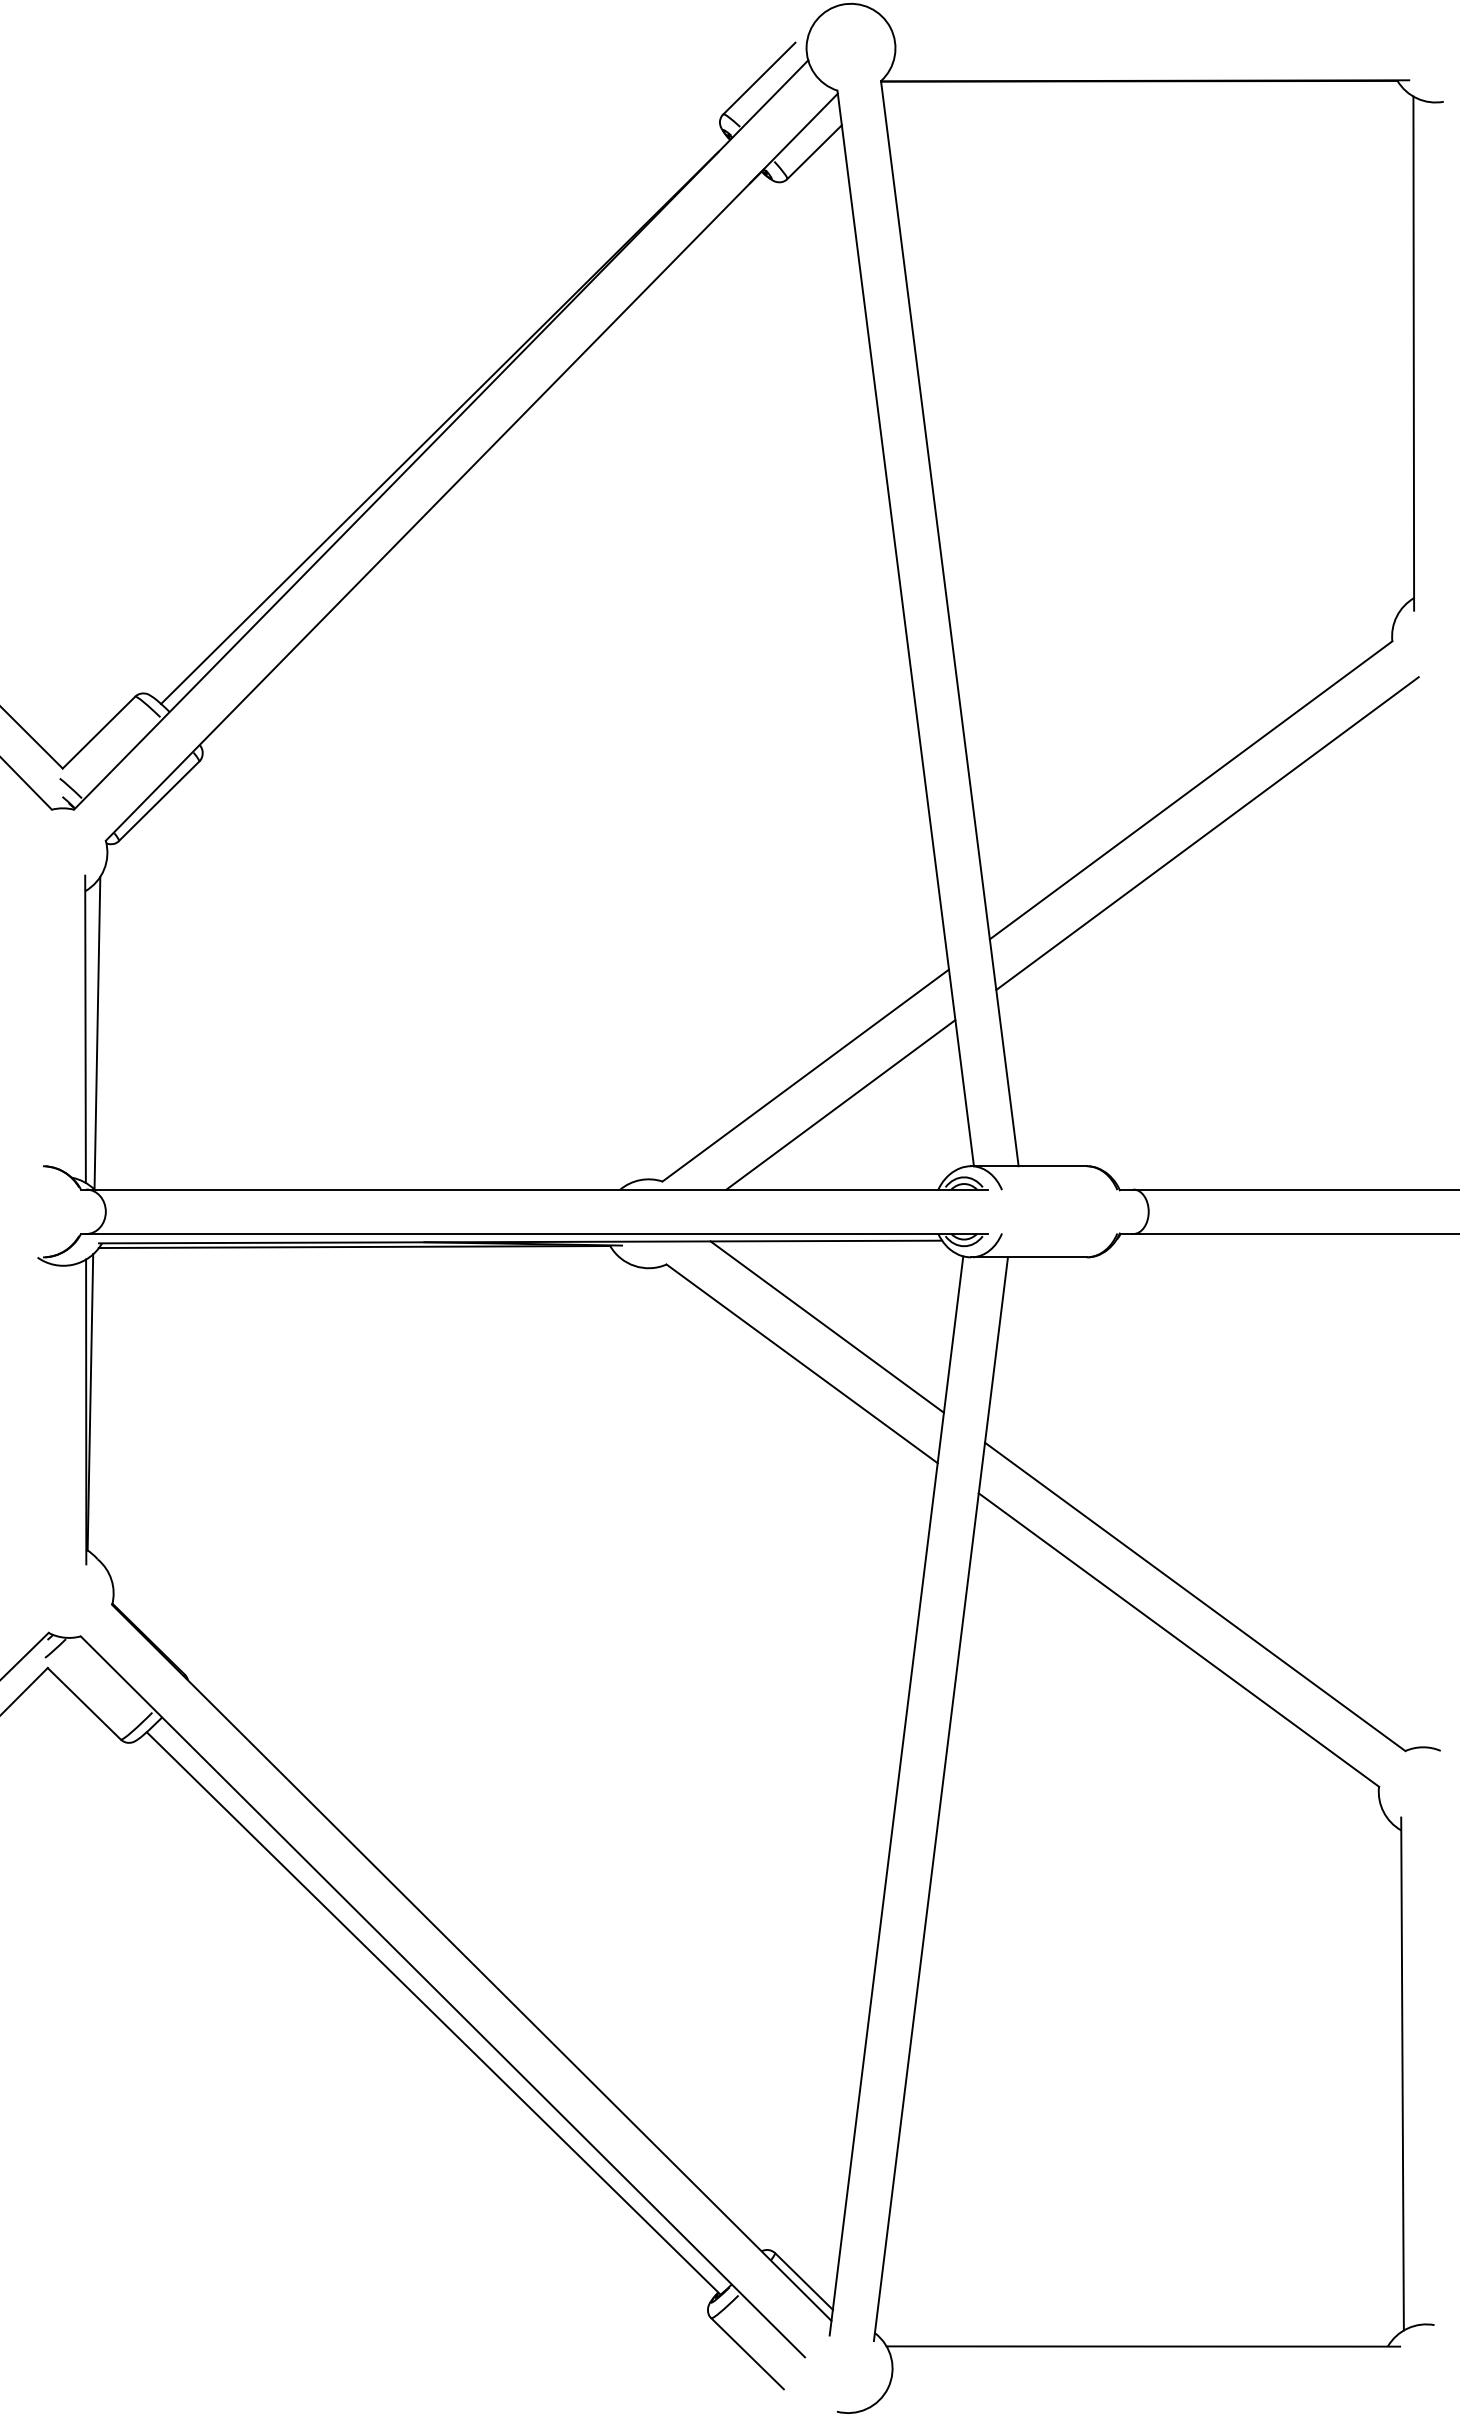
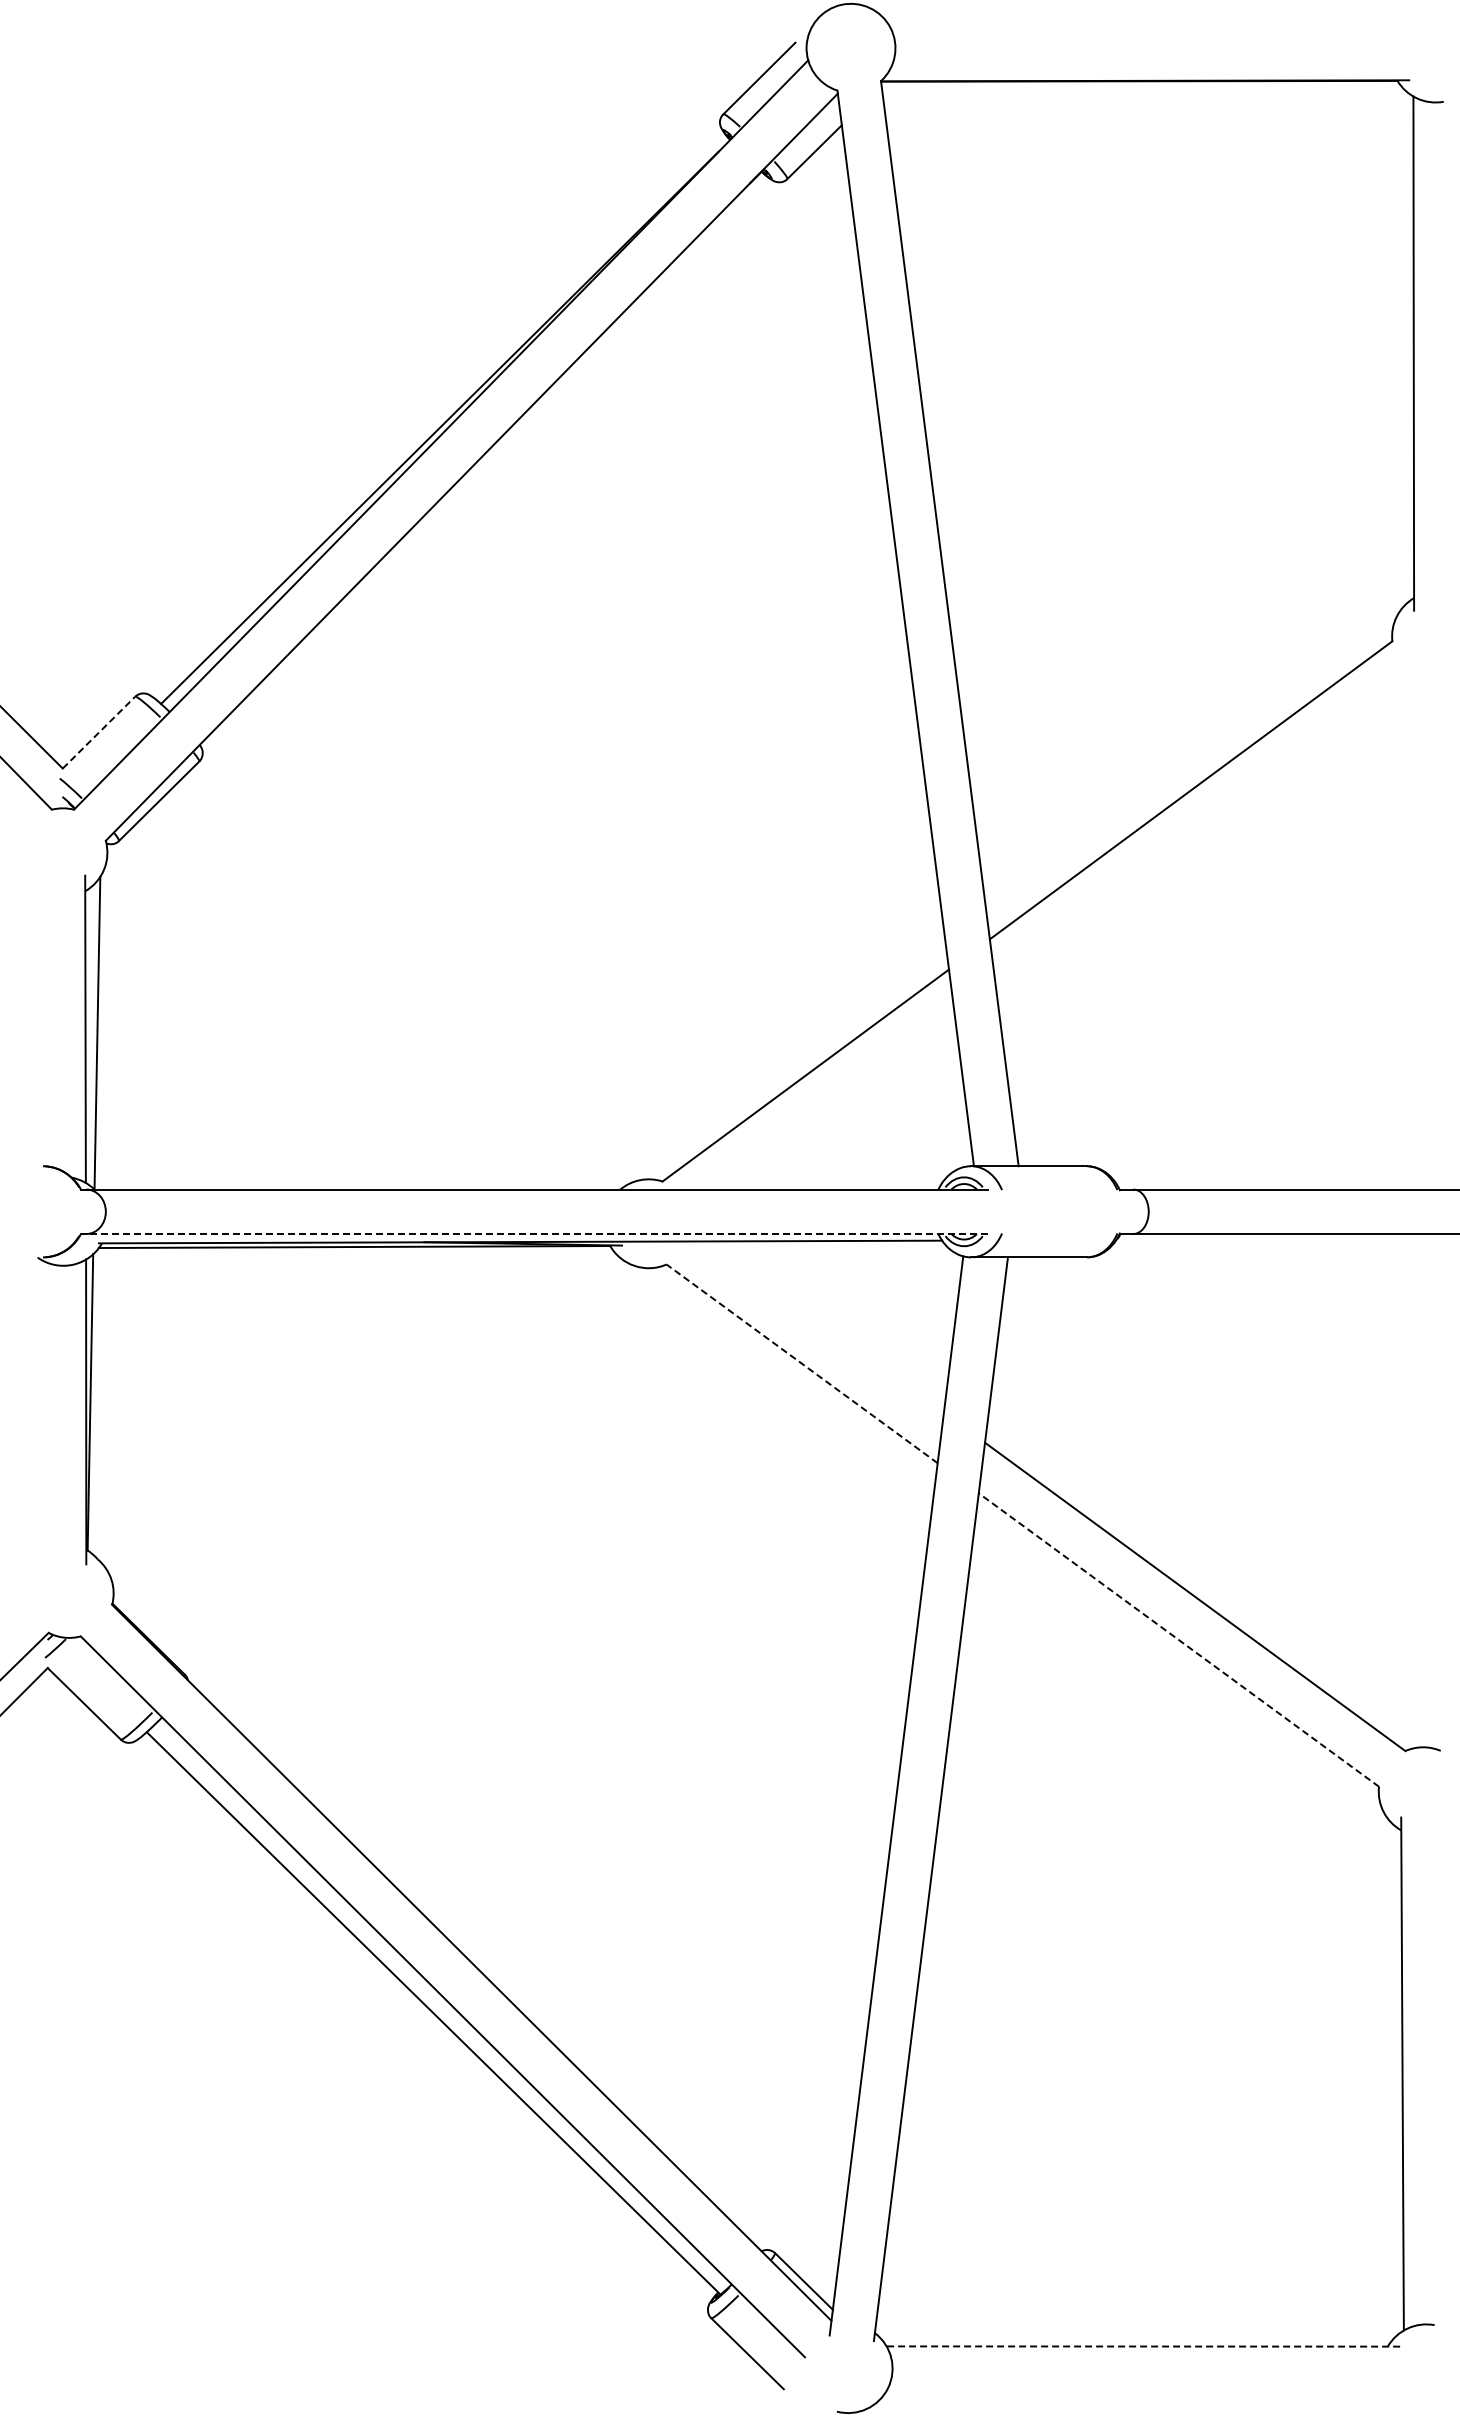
line at (99, 732): solid -> dashed
line at (1207, 833): present -> none
line at (840, 1104): present -> none
line at (537, 1234): solid -> dashed
line at (826, 1326): present -> none
line at (801, 1363): solid -> dashed
line at (1178, 1639): solid -> dashed
line at (1143, 2346): solid -> dashed
